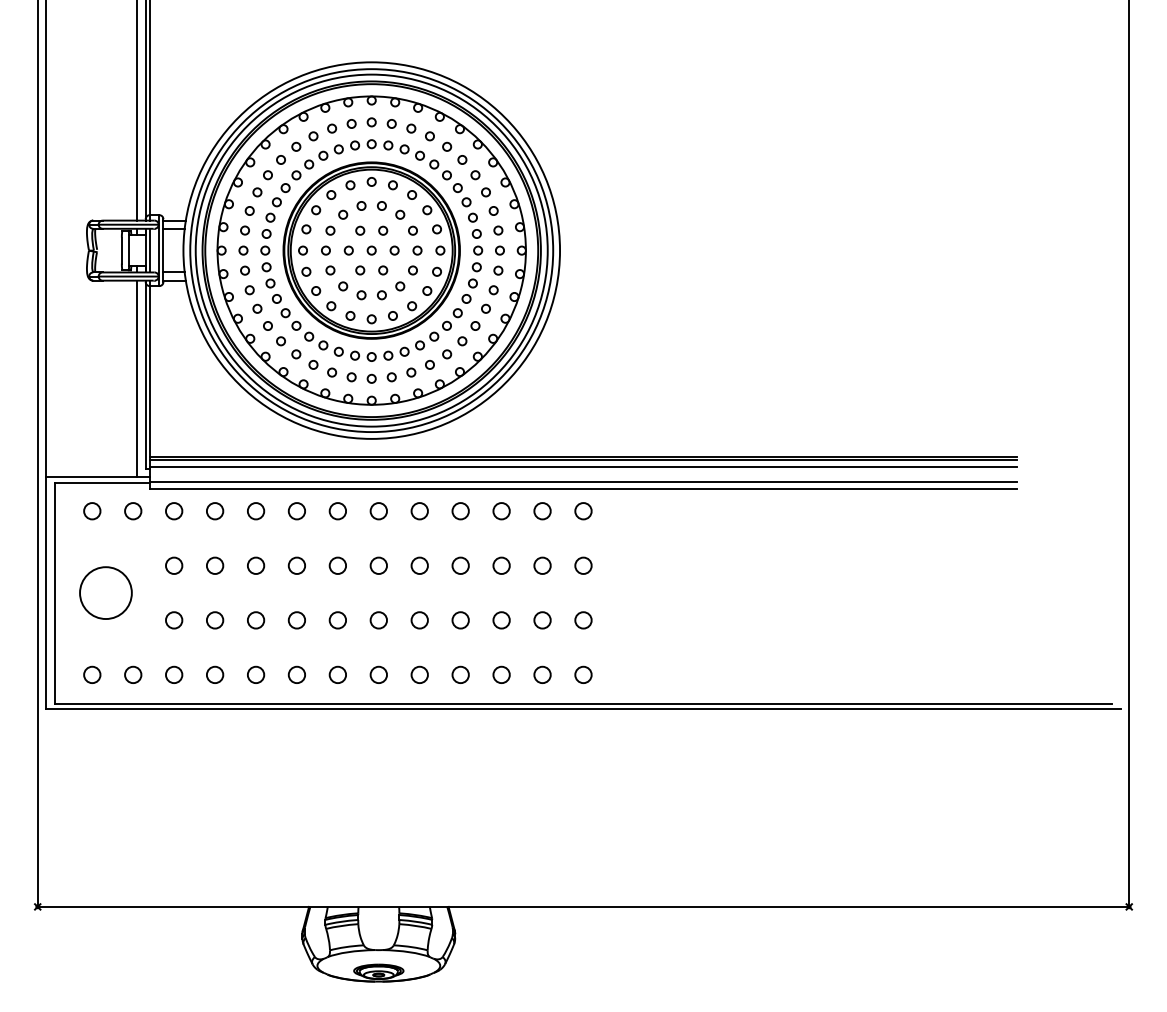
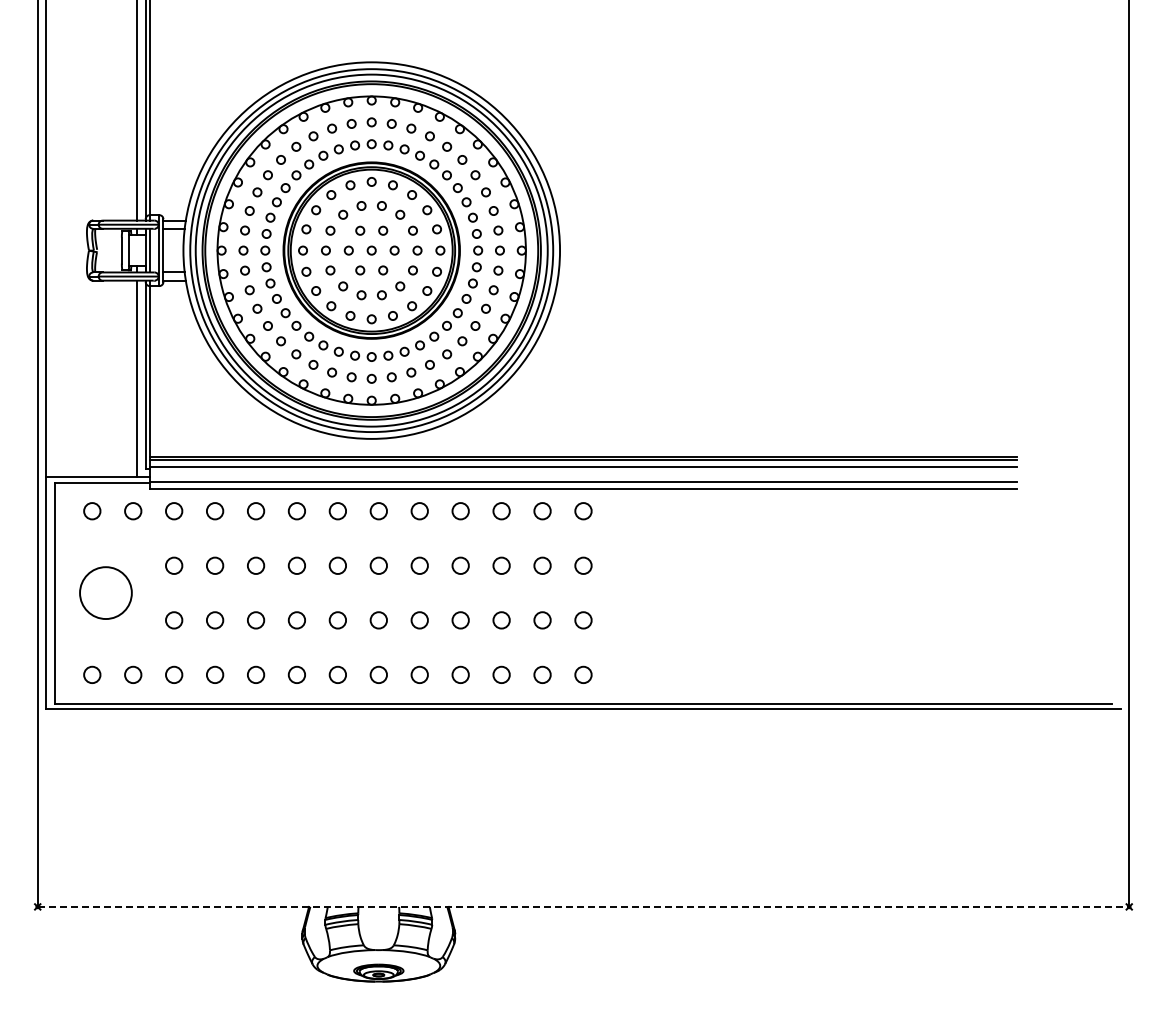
line at (583, 906): solid -> dashed
